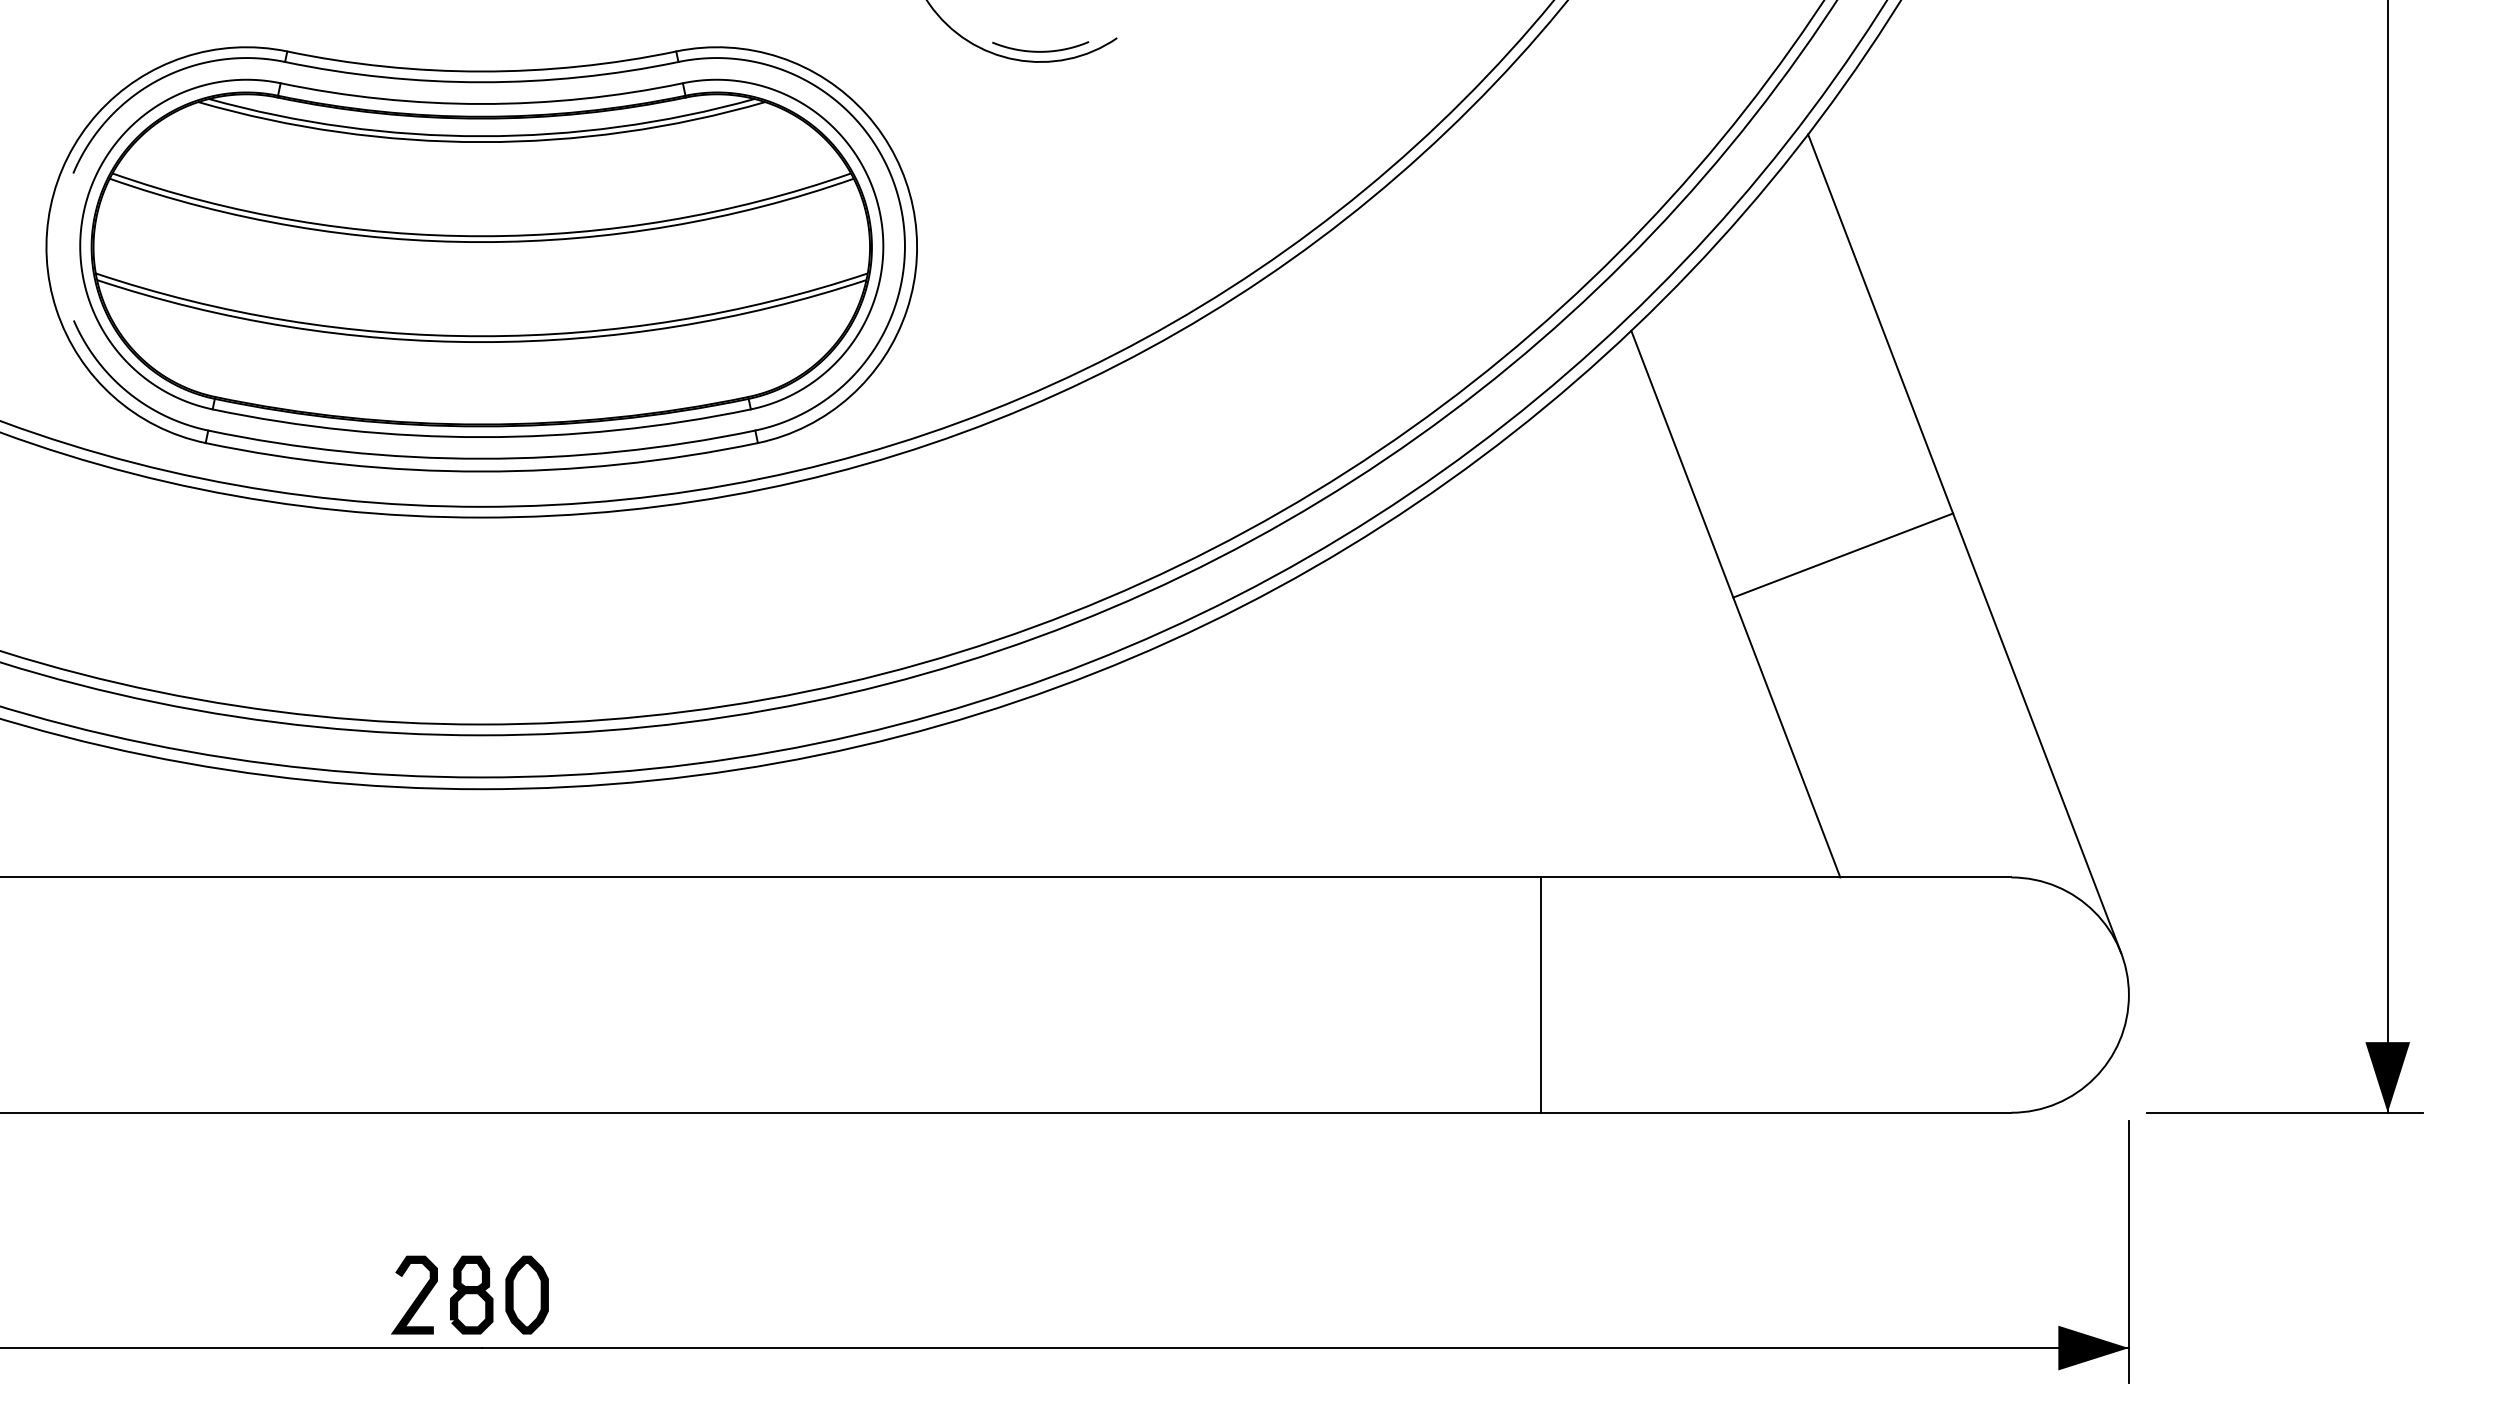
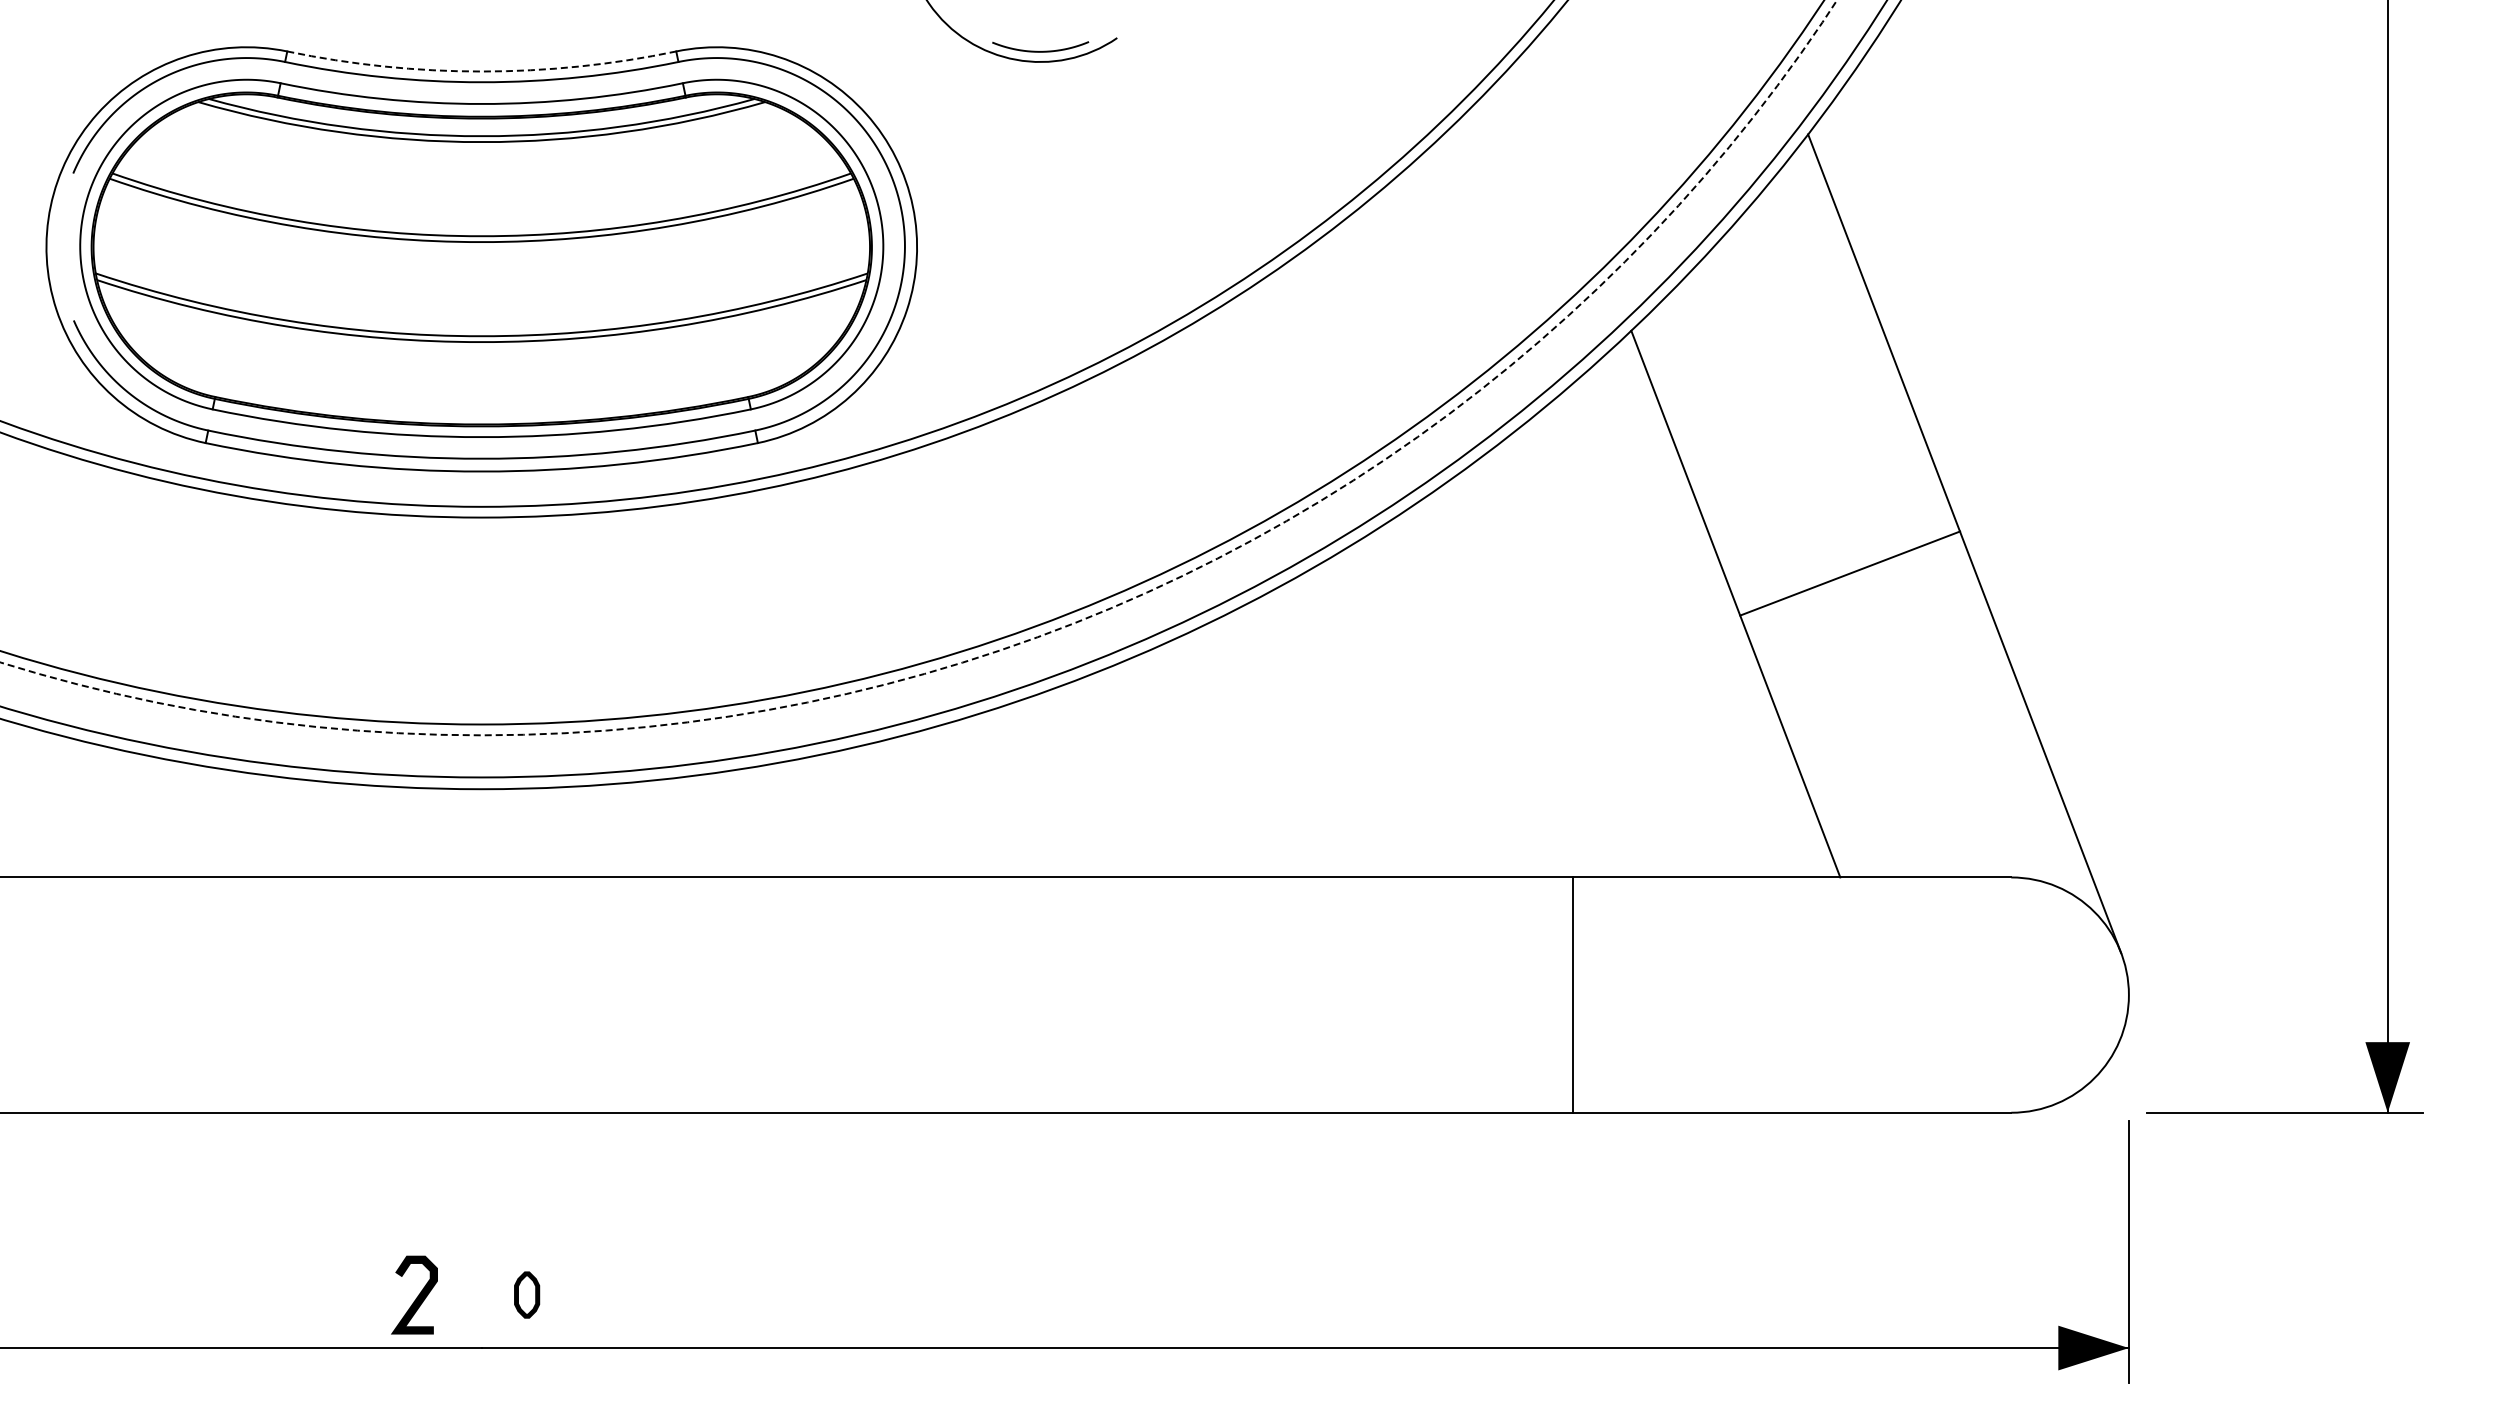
arc at (481, 71): solid -> dashed
circle at (918, 367): solid -> dashed
line at (1843, 555) position: (1843, 555) -> (1850, 573)
line at (1540, 994) position: (1540, 994) -> (1572, 994)
part at (471, 1294): present -> none
part at (526, 1294) size: 44x80 px -> 27x48 px
